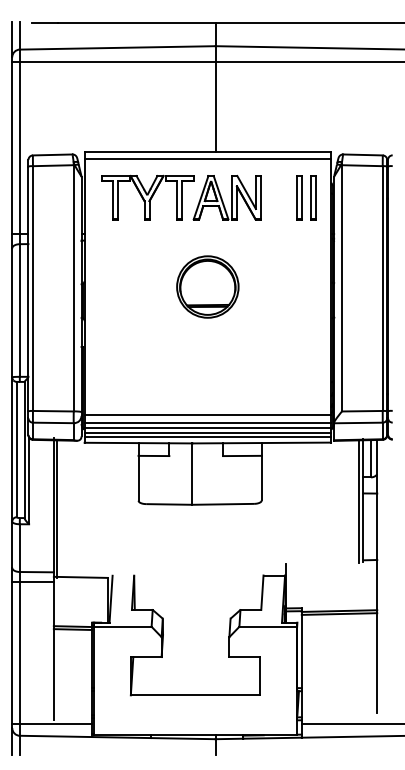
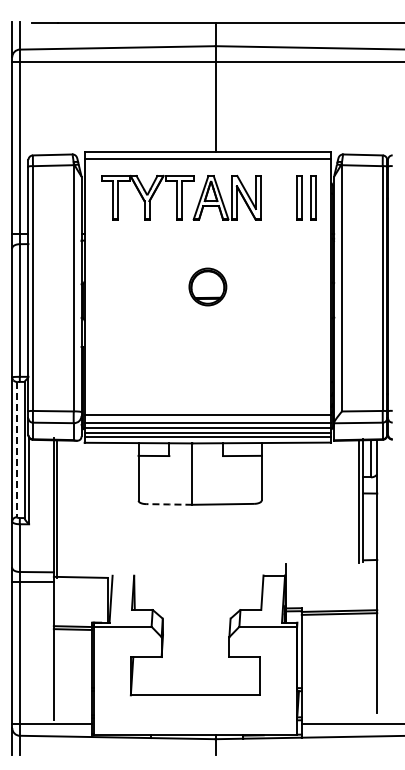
part at (207, 286) size: 64x64 px -> 40x40 px
line at (16, 449): solid -> dashed
line at (169, 504): solid -> dashed
